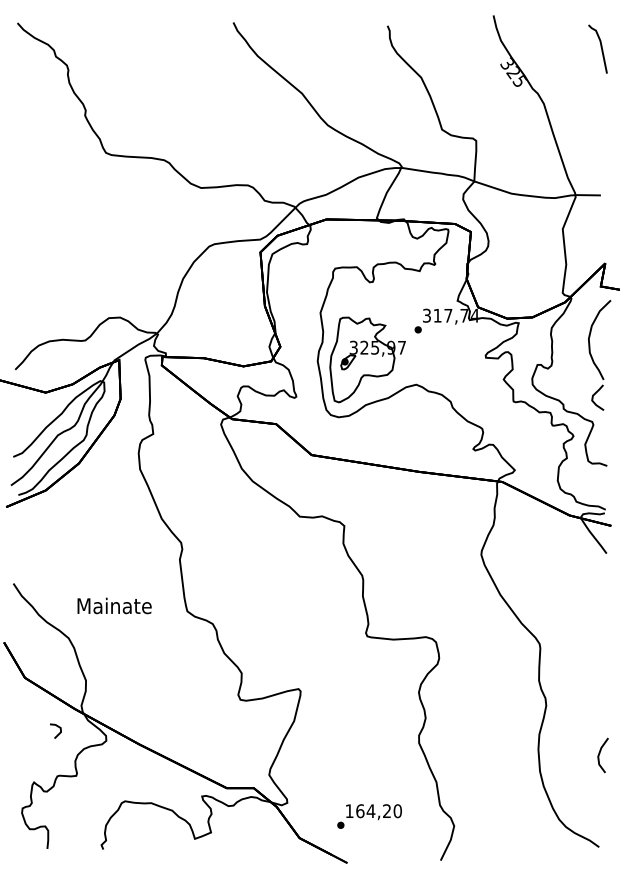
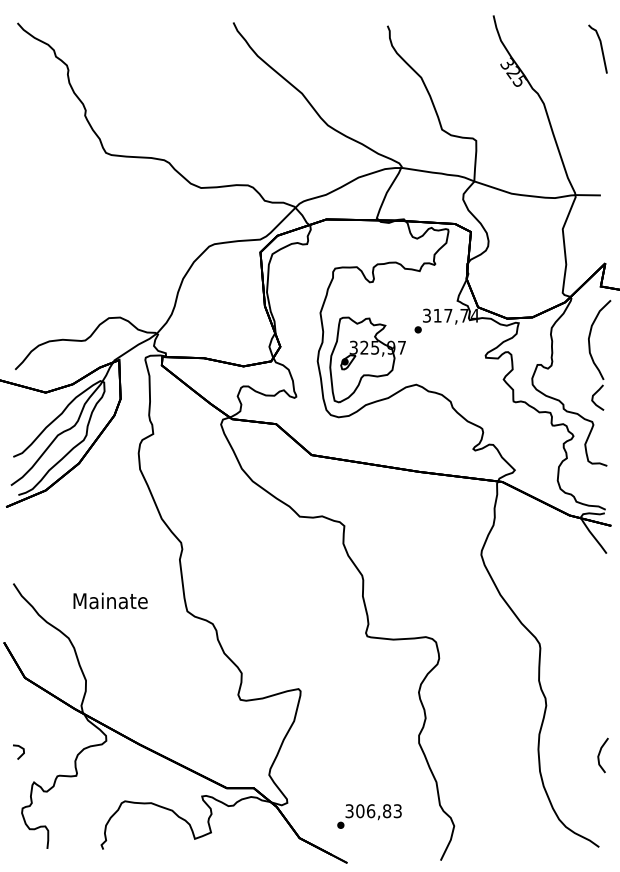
text at (114, 605) position: (114, 605) -> (110, 600)
part at (55, 730) position: (55, 730) -> (18, 751)
text at (373, 811): 164,20 -> 306,83
